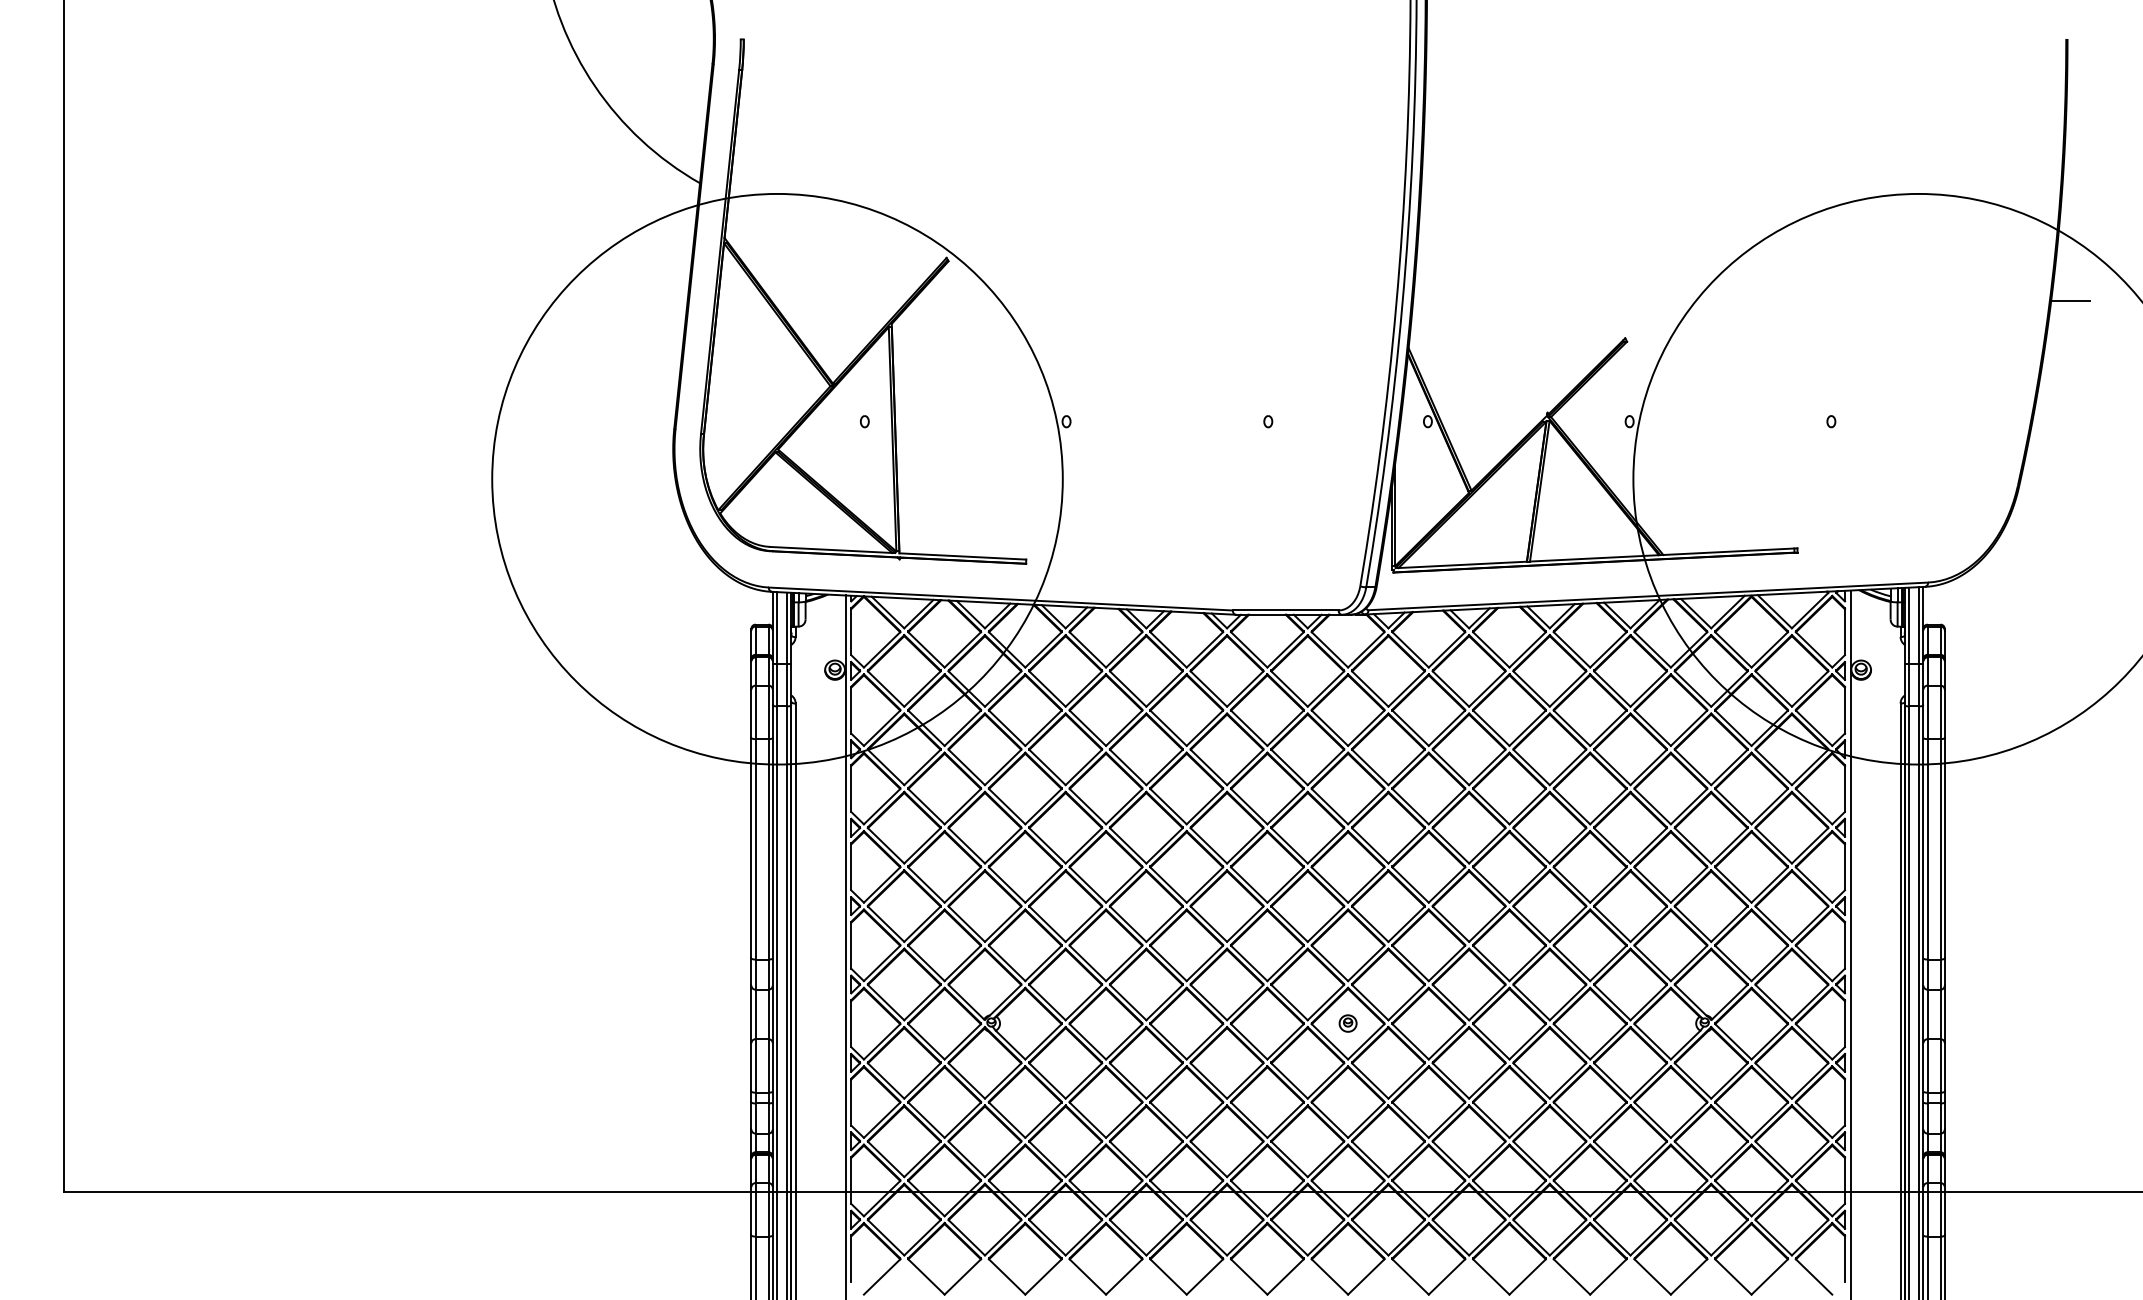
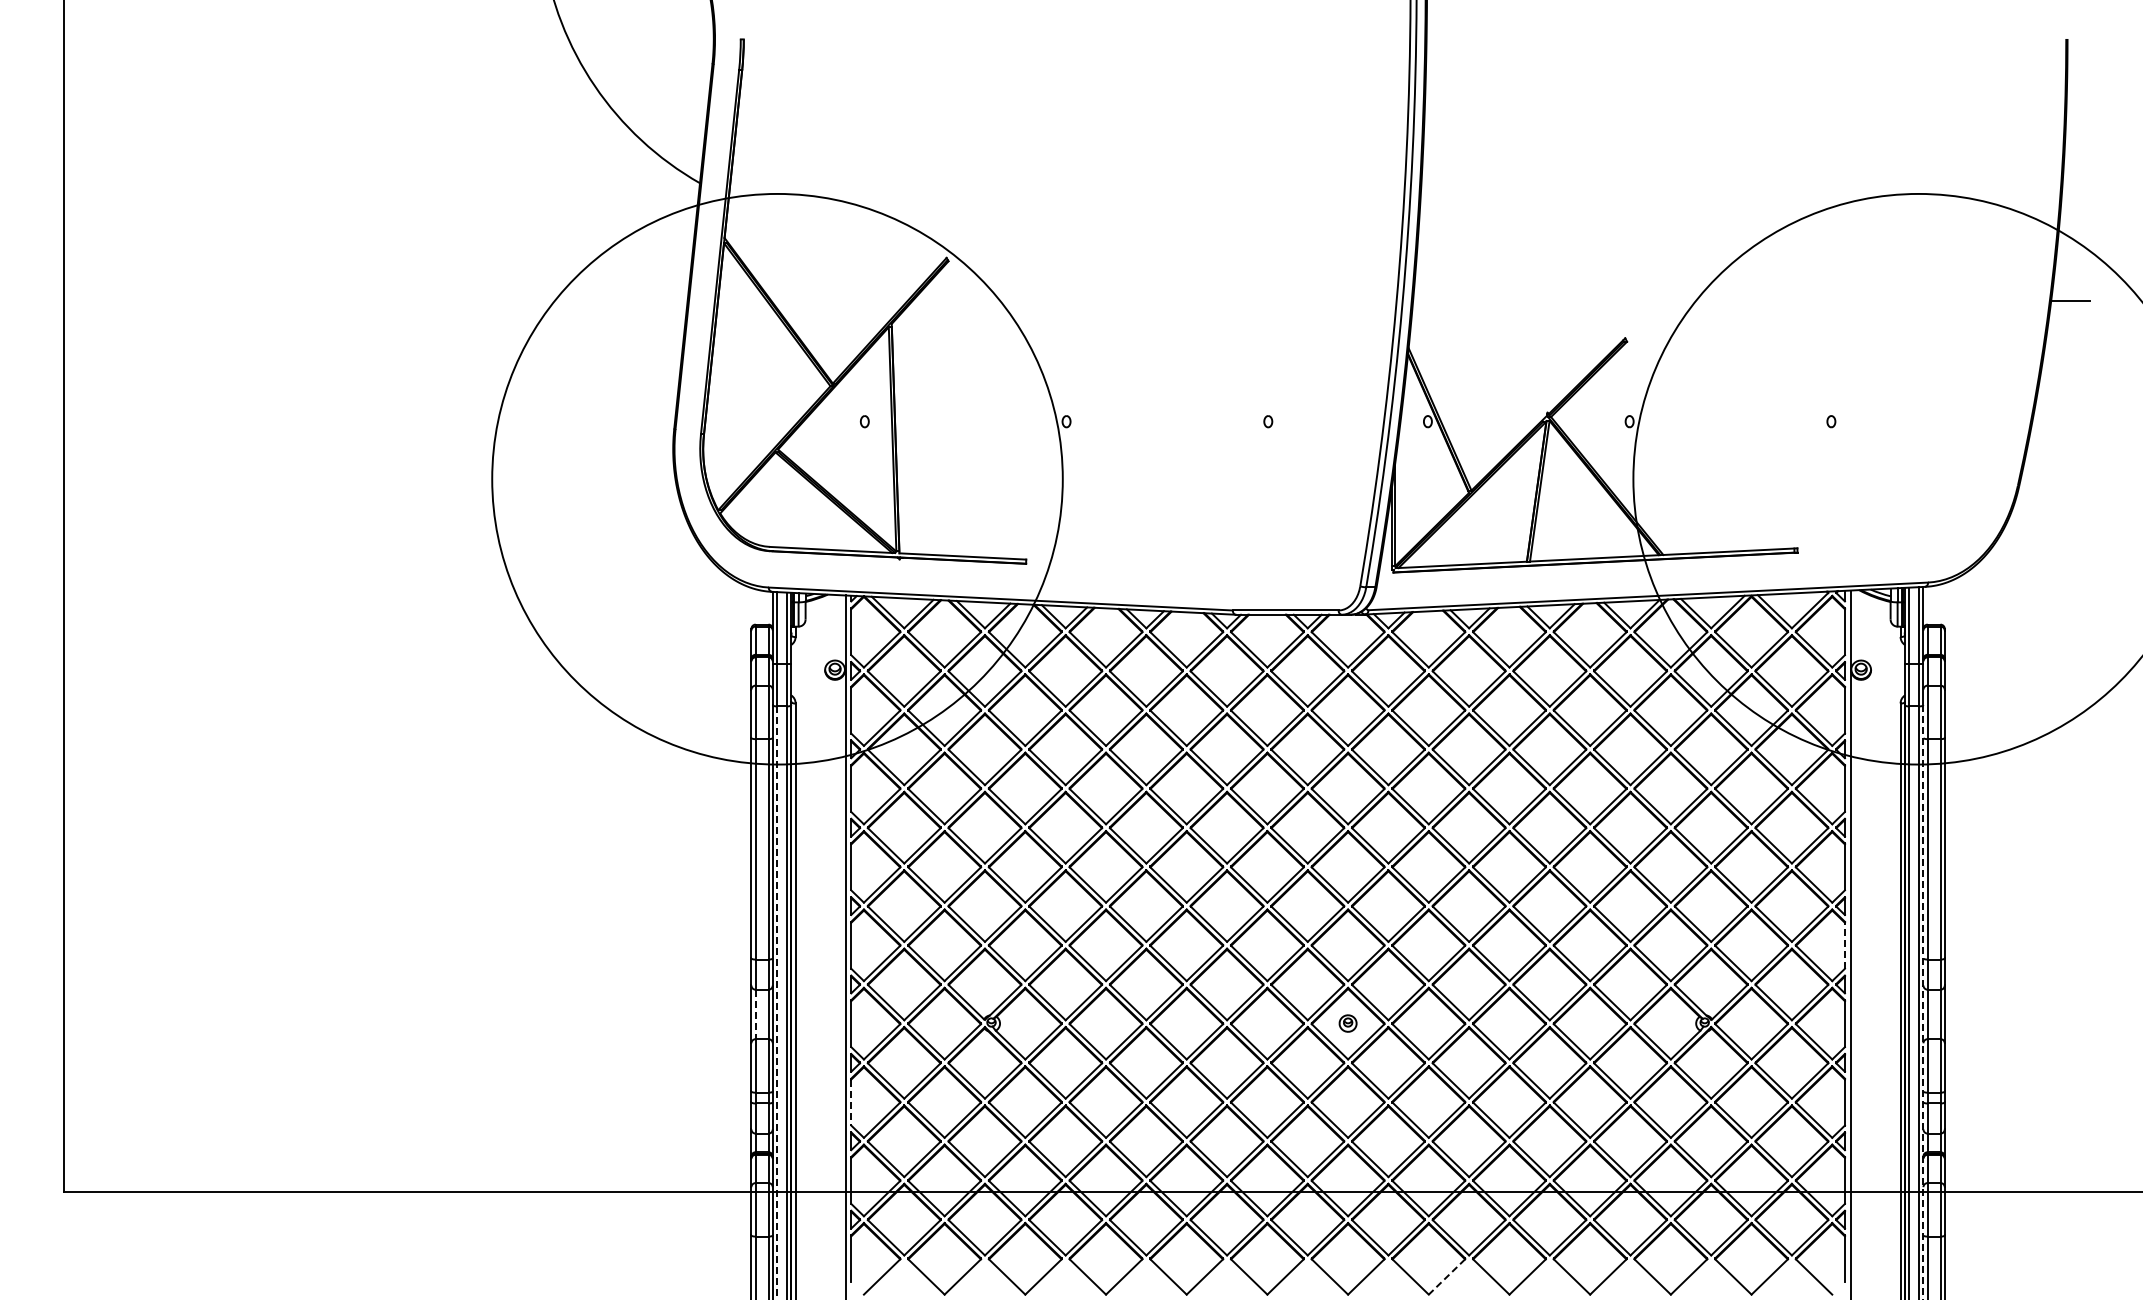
line at (1844, 945): solid -> dashed
line at (1923, 1002): solid -> dashed
line at (777, 1003): solid -> dashed
line at (755, 1014): solid -> dashed
line at (851, 1102): solid -> dashed
line at (1446, 1277): solid -> dashed
